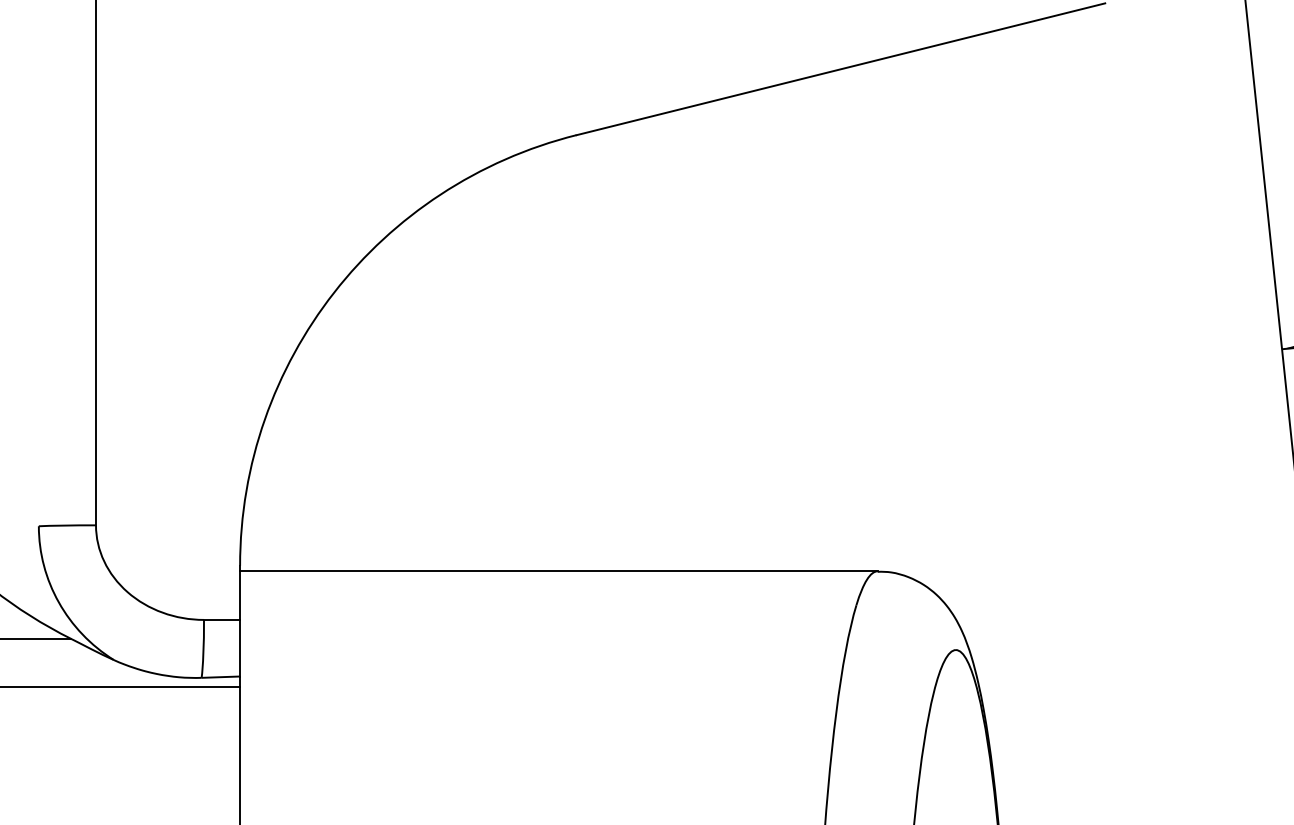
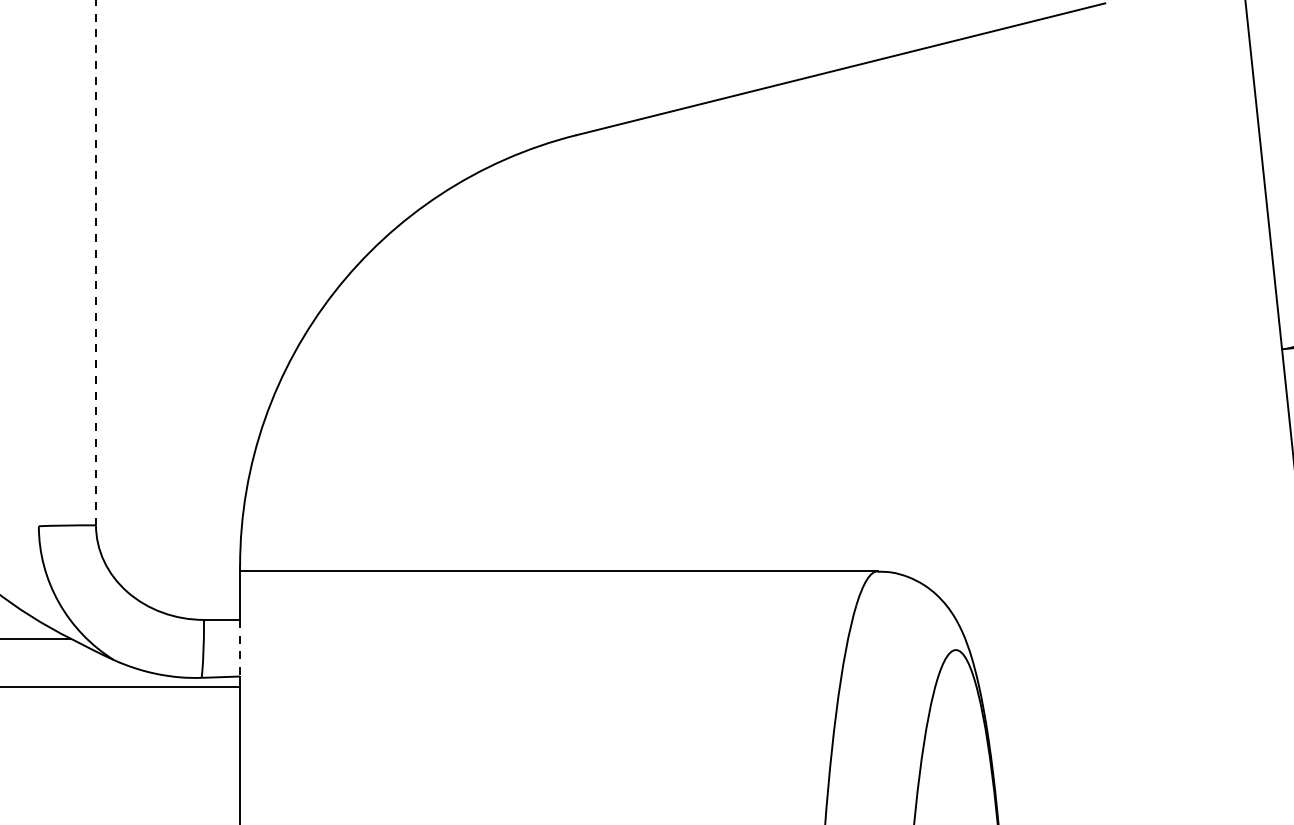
line at (96, 263): solid -> dashed
line at (240, 648): solid -> dashed
